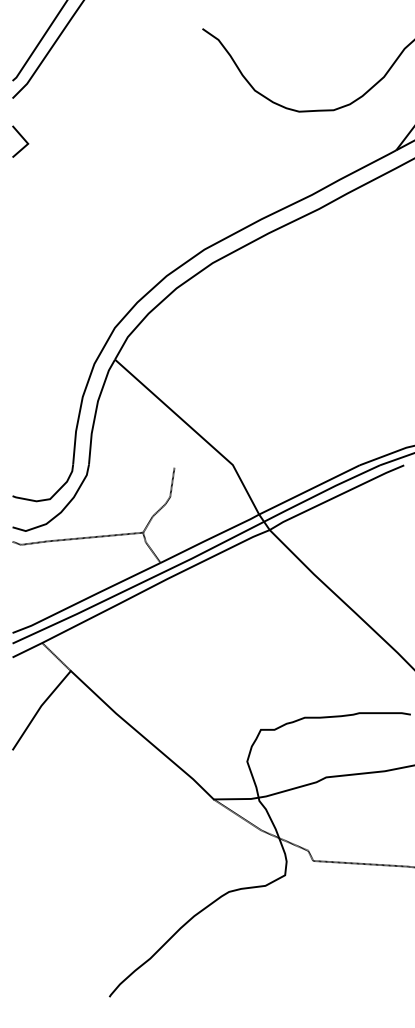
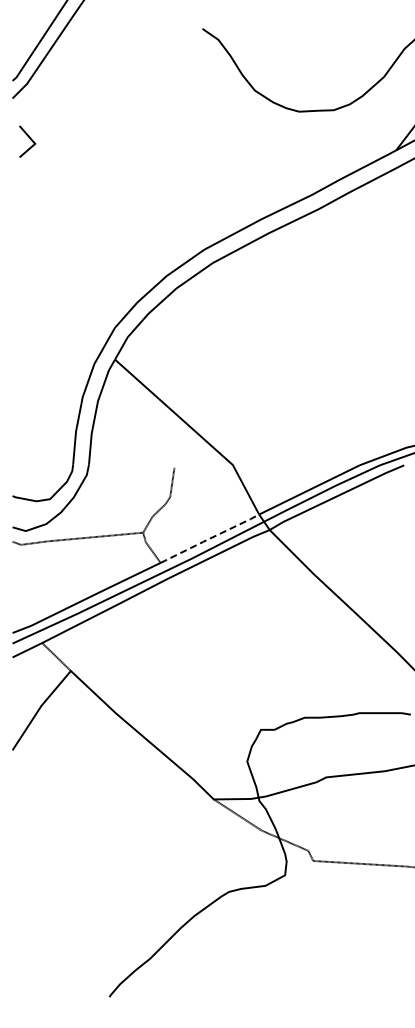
line at (22, 138) position: (22, 138) -> (29, 138)
line at (210, 538): solid -> dashed
